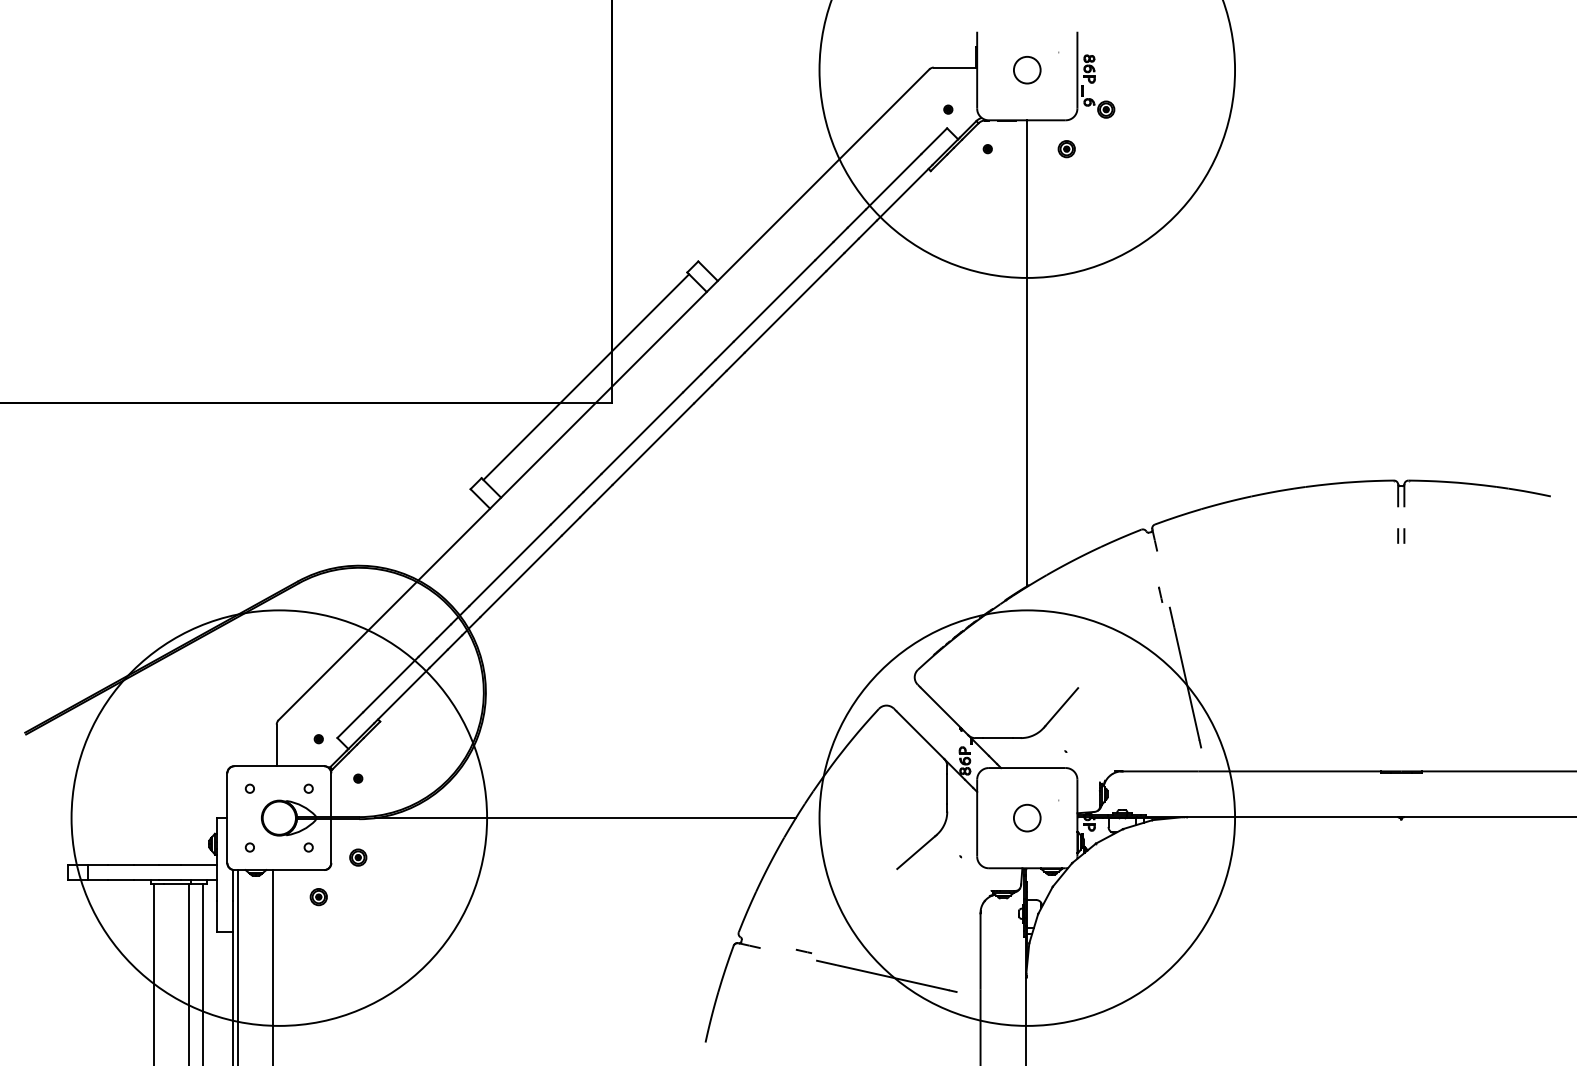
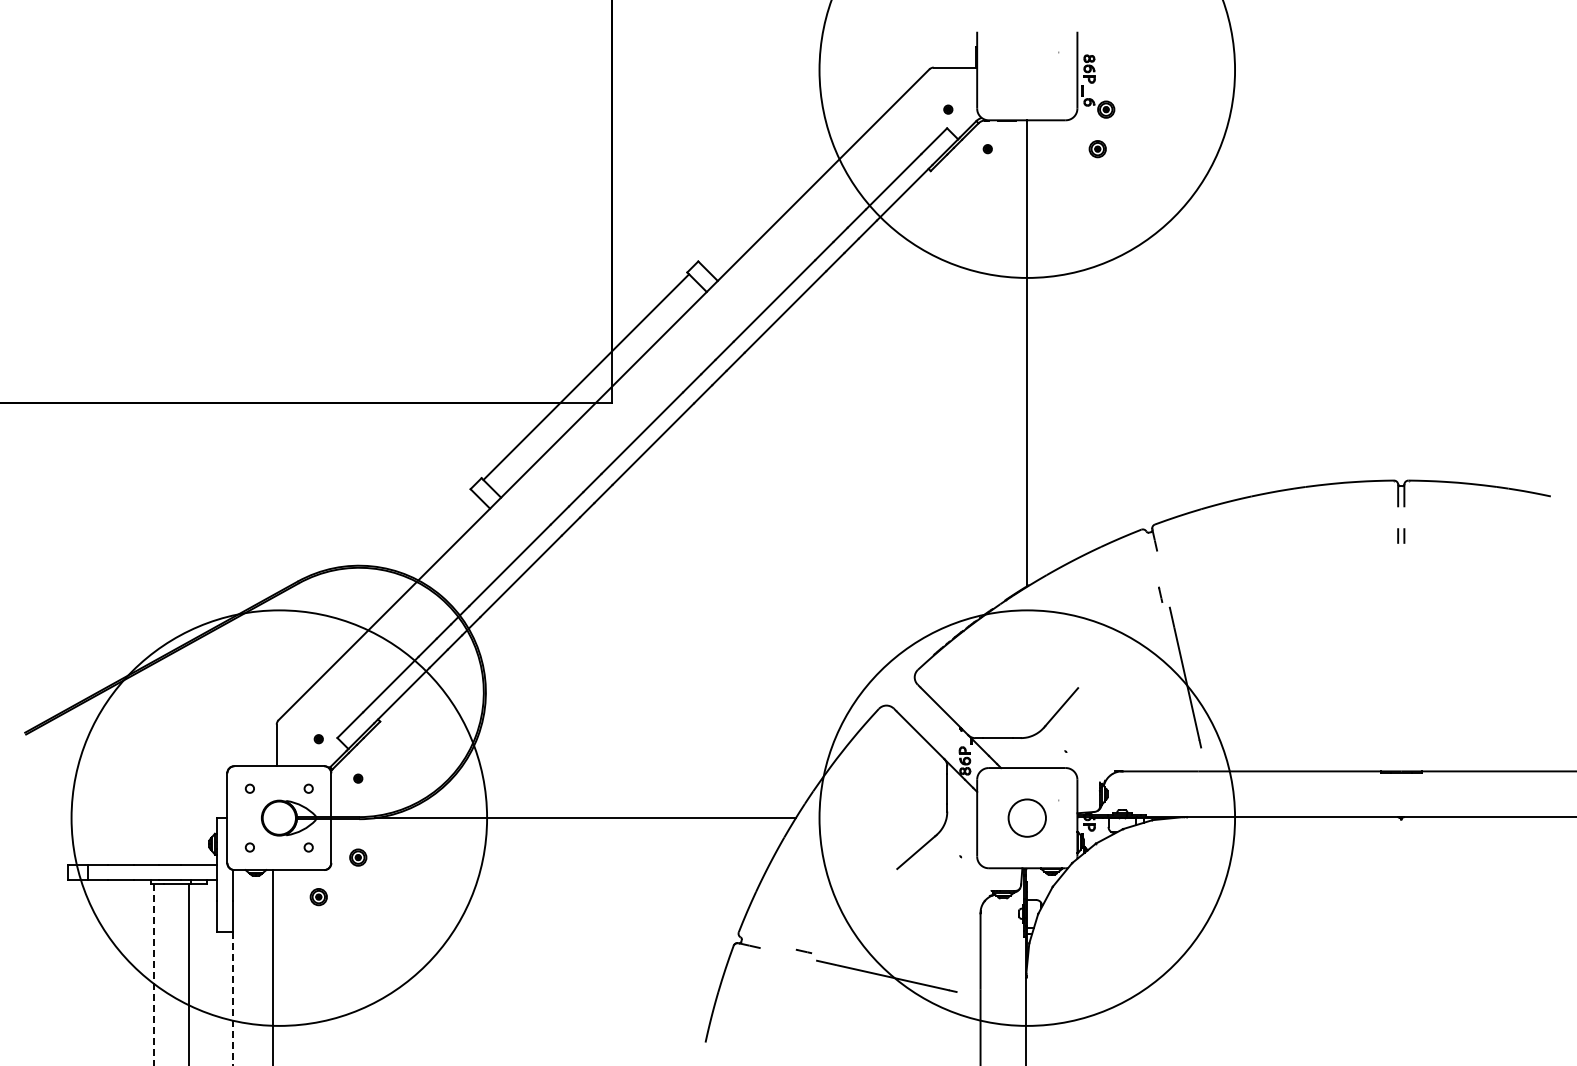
circle at (1027, 70): present -> none
part at (1066, 149) position: (1066, 149) -> (1097, 149)
circle at (1026, 817) diameter: 27 px -> 37 px
line at (238, 966): present -> none
line at (202, 972): present -> none
line at (153, 974): solid -> dashed
line at (232, 999): solid -> dashed
